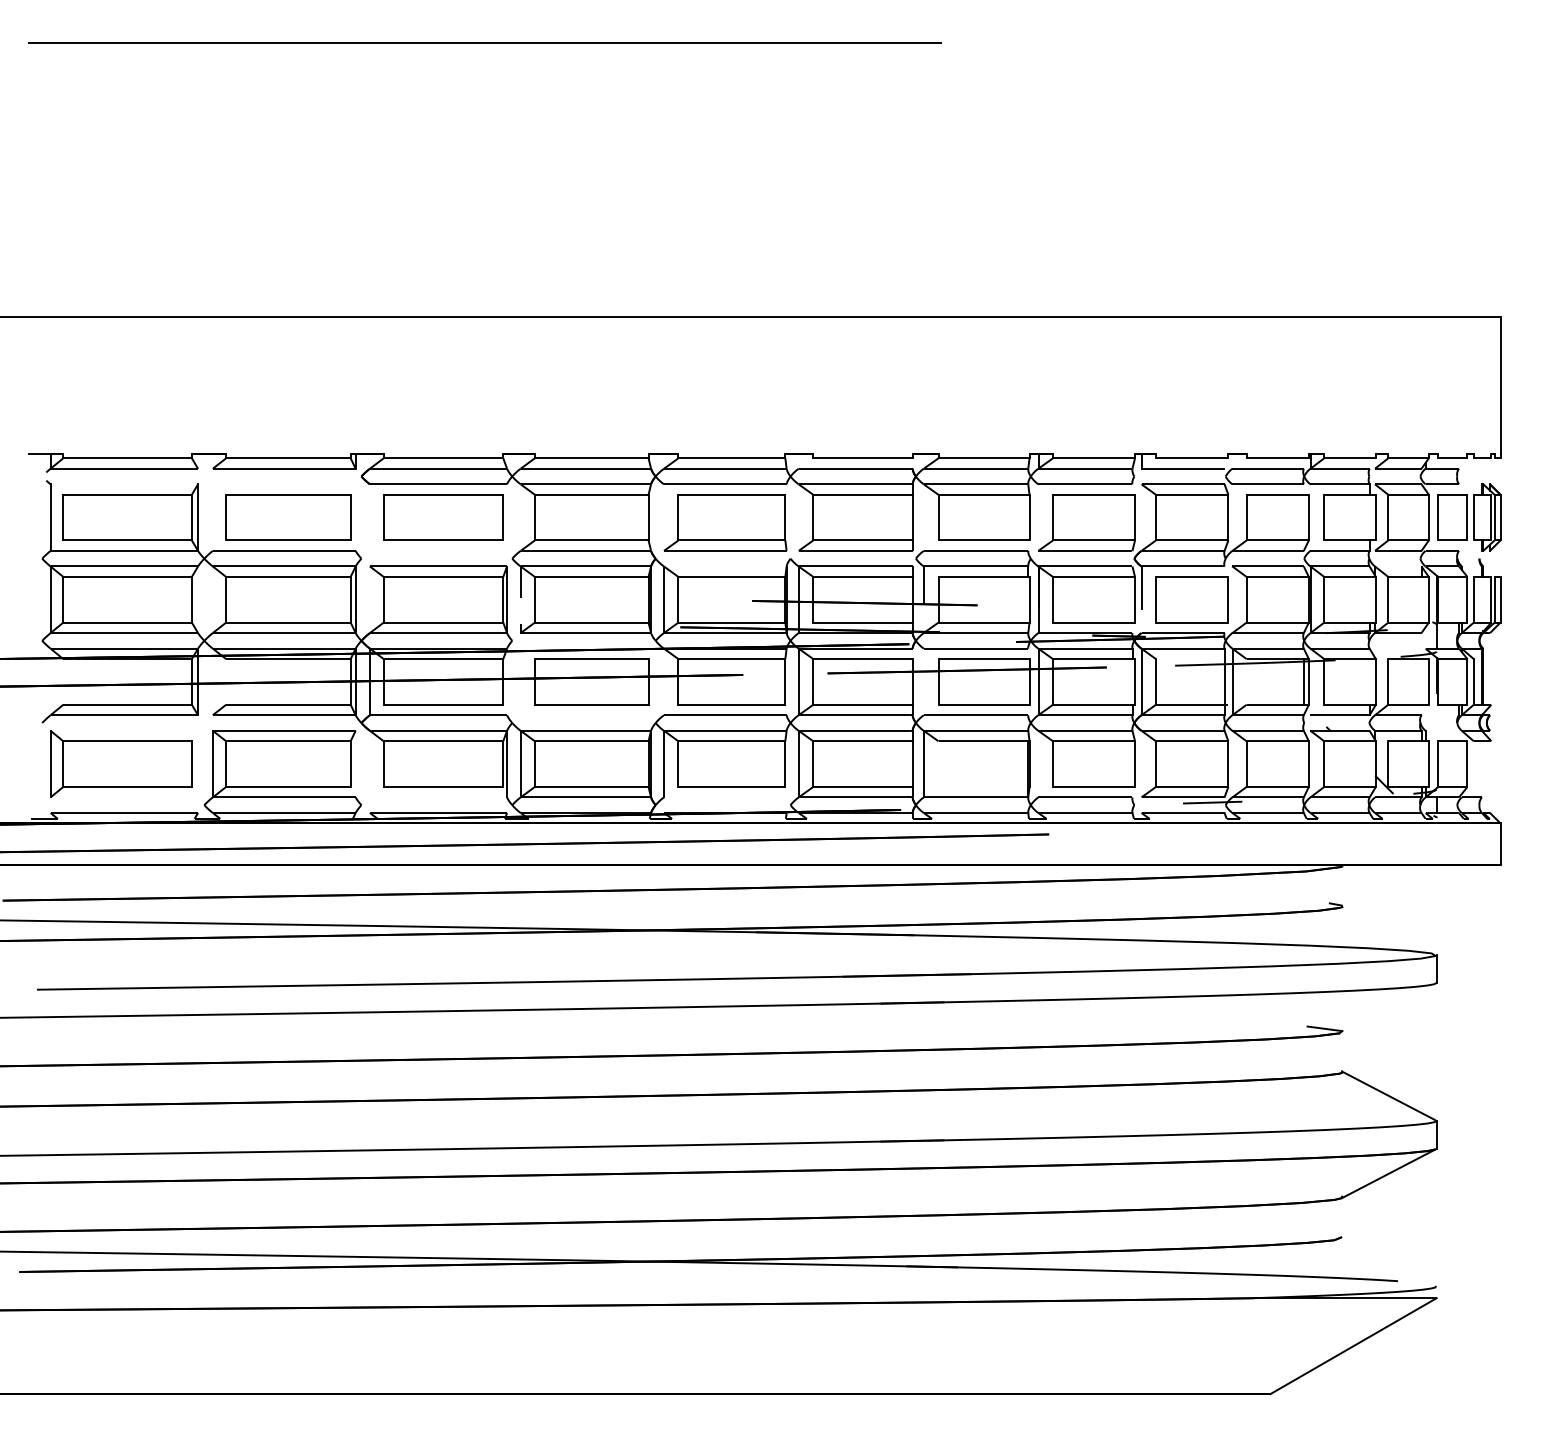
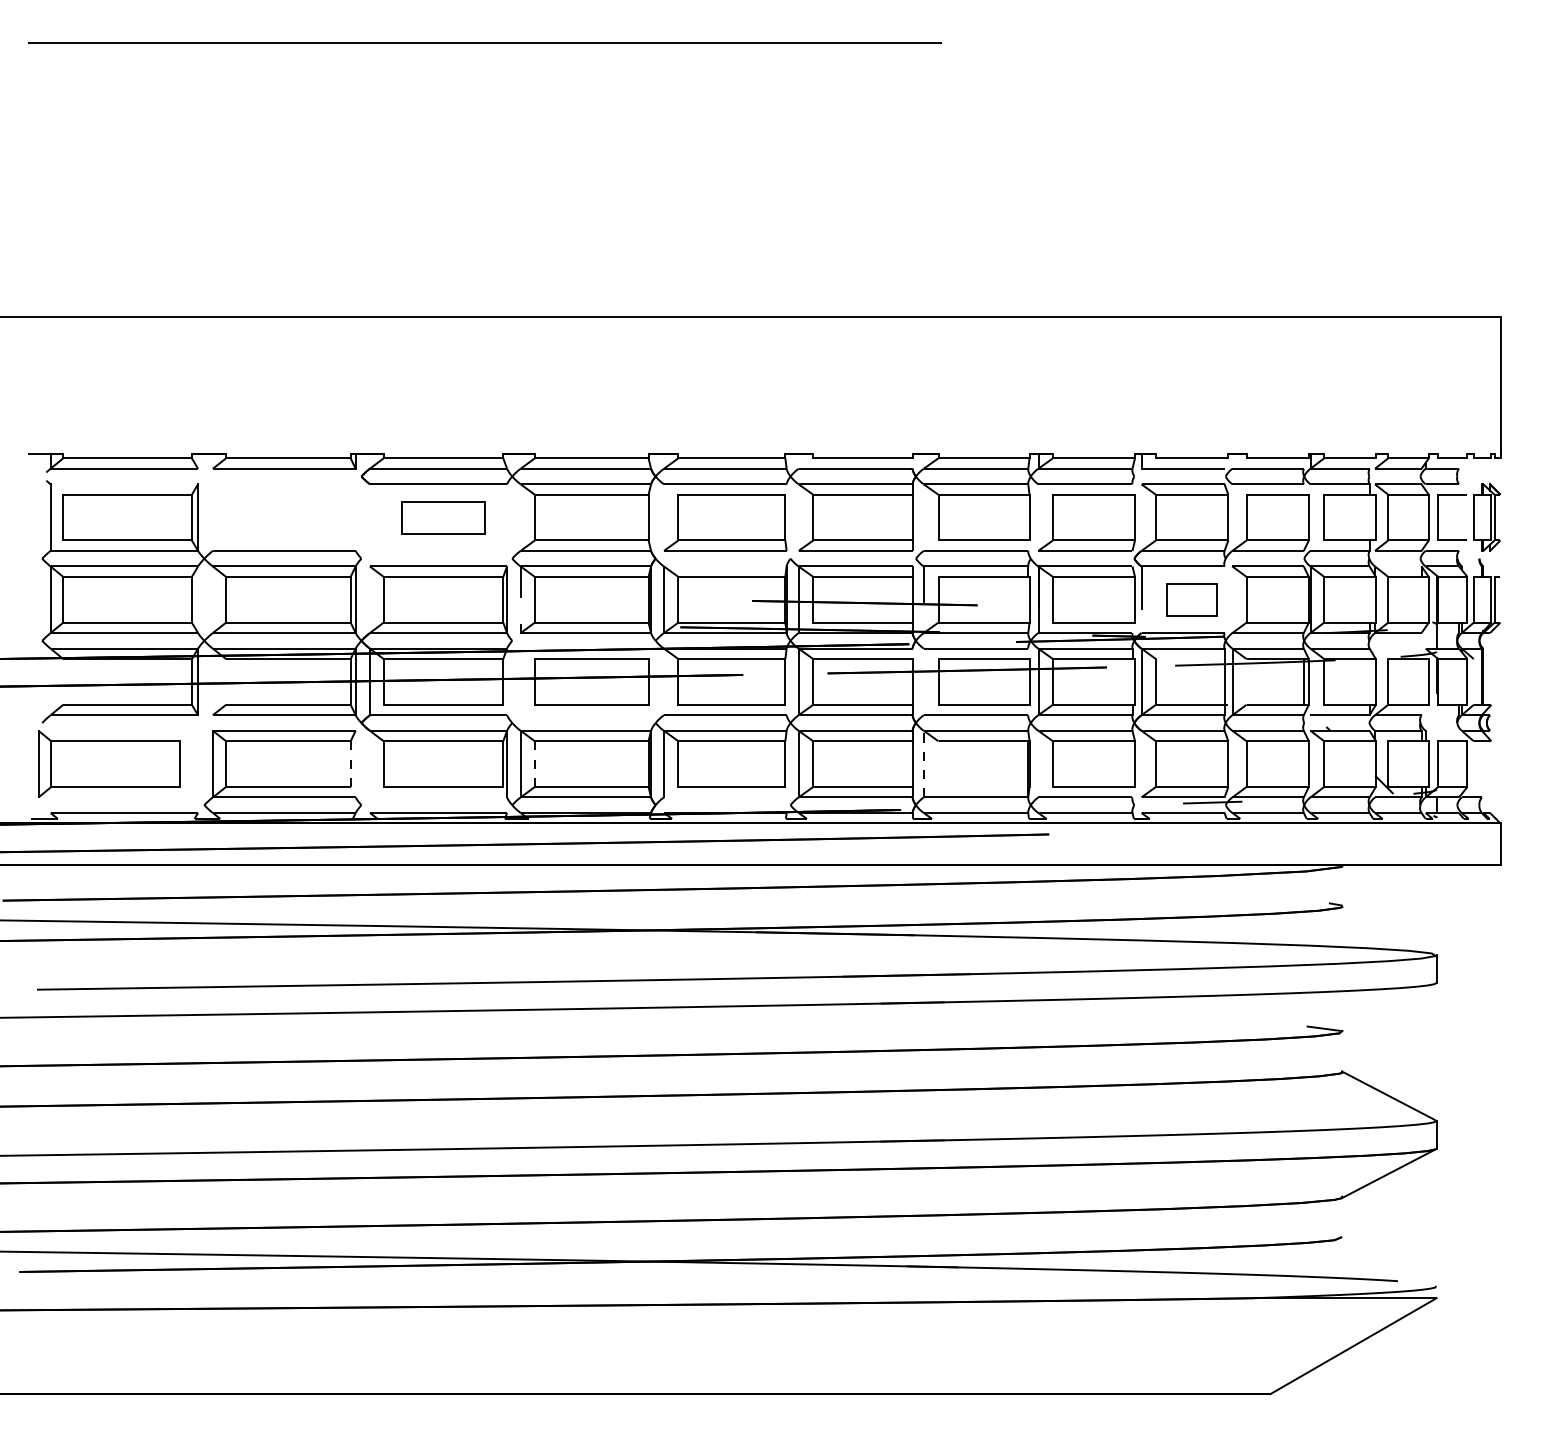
part at (288, 517): present -> none
part at (443, 517) size: 121x47 px -> 85x34 px
line at (1467, 517): present -> none
line at (1500, 517): present -> none
part at (1191, 599) size: 74x48 px -> 52x34 px
line at (1500, 599): present -> none
line at (1473, 681): present -> none
part at (121, 763) position: (121, 763) -> (109, 763)
line at (923, 763): solid -> dashed
line at (350, 764): solid -> dashed
line at (534, 764): solid -> dashed
